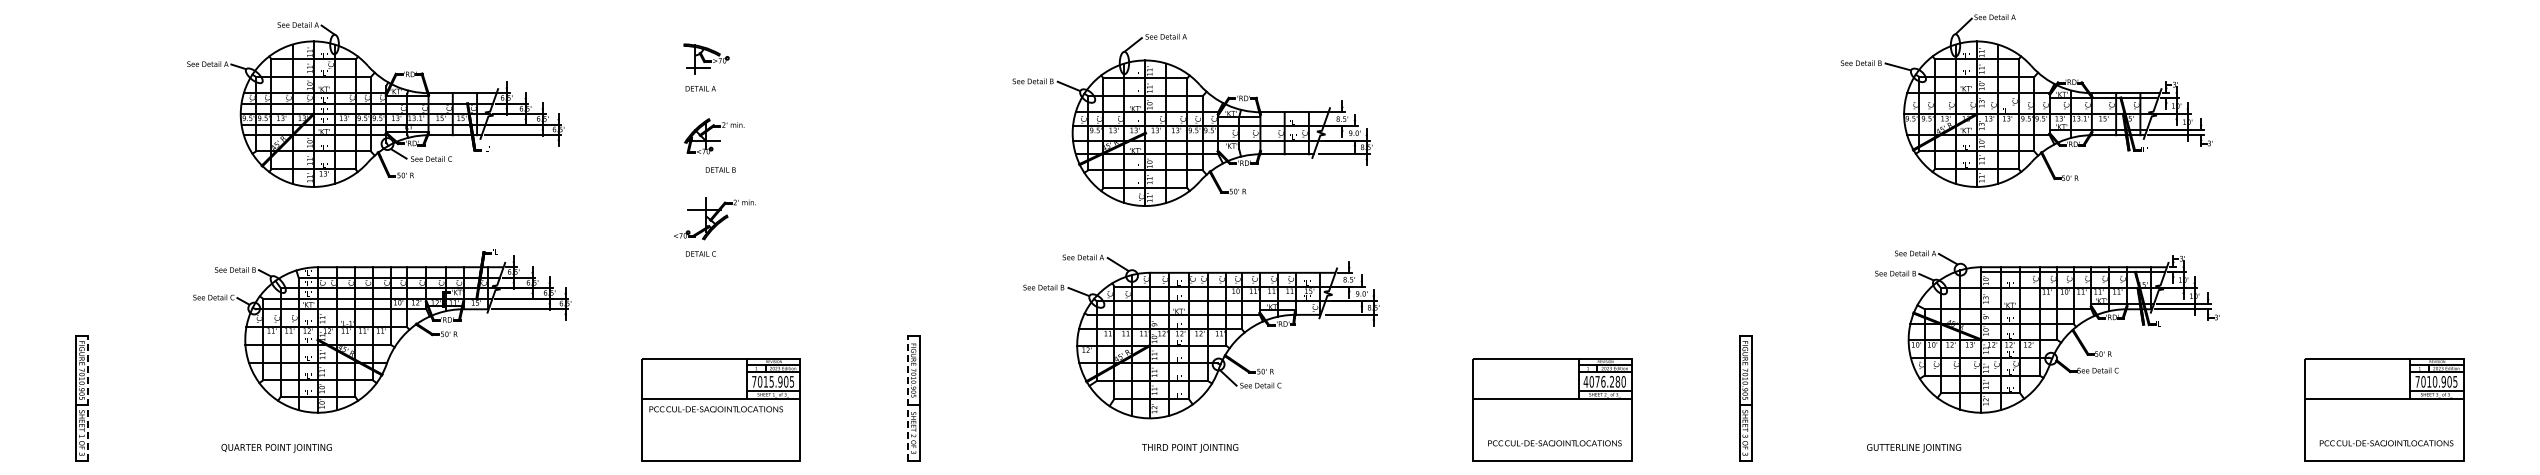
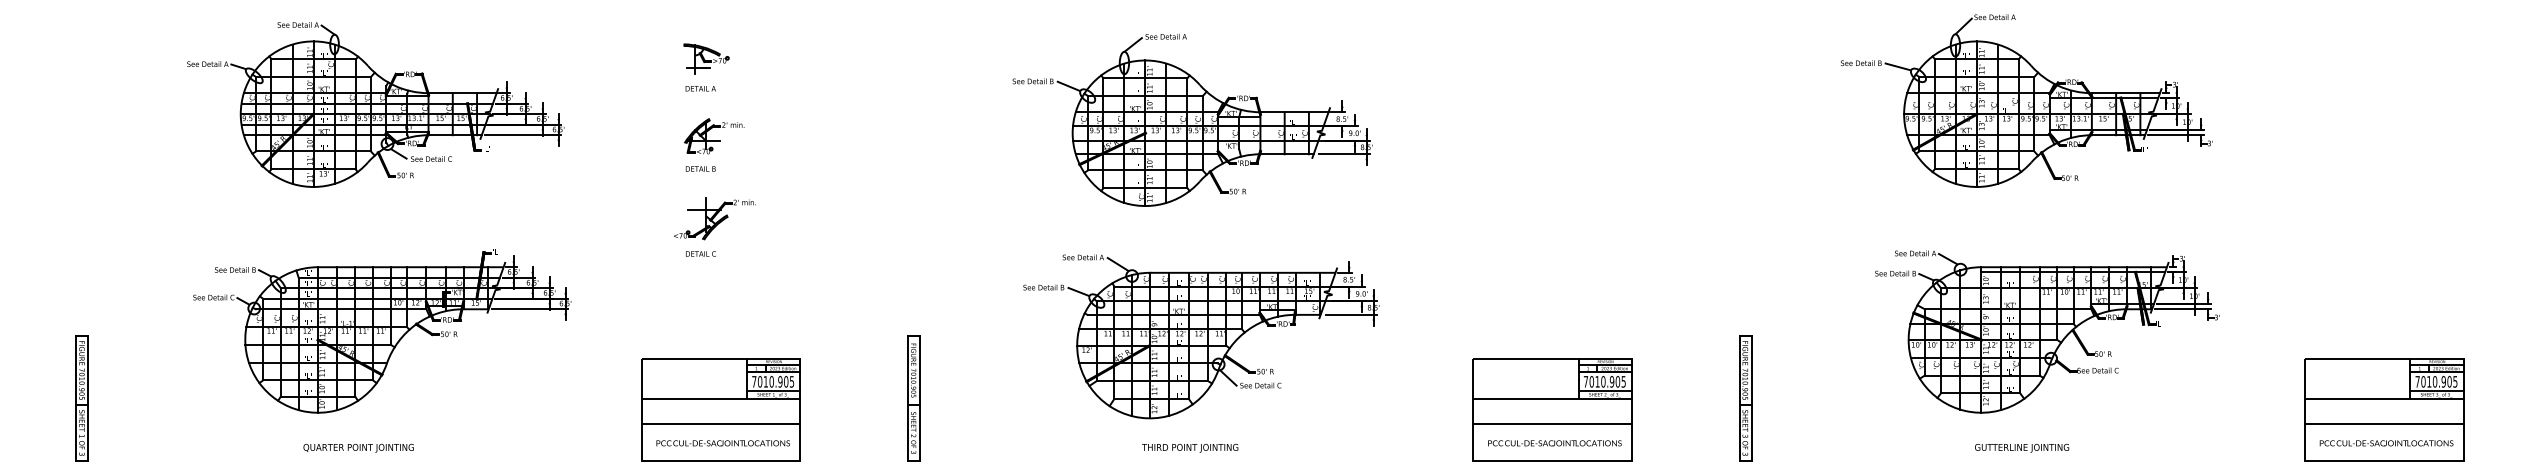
text at (720, 169) position: (720, 169) -> (700, 168)
text at (771, 381): 7015.905 -> 7010.905
text at (1604, 381): 4076.280 -> 7010.905
line at (88, 397): dashed -> solid
line at (907, 397): dashed -> solid
text at (715, 409) position: (715, 409) -> (722, 443)
line at (720, 424): none -> present
line at (1552, 424): none -> present
line at (2383, 424): none -> present
text at (276, 447) position: (276, 447) -> (358, 447)
text at (1914, 448) position: (1914, 448) -> (2022, 448)
